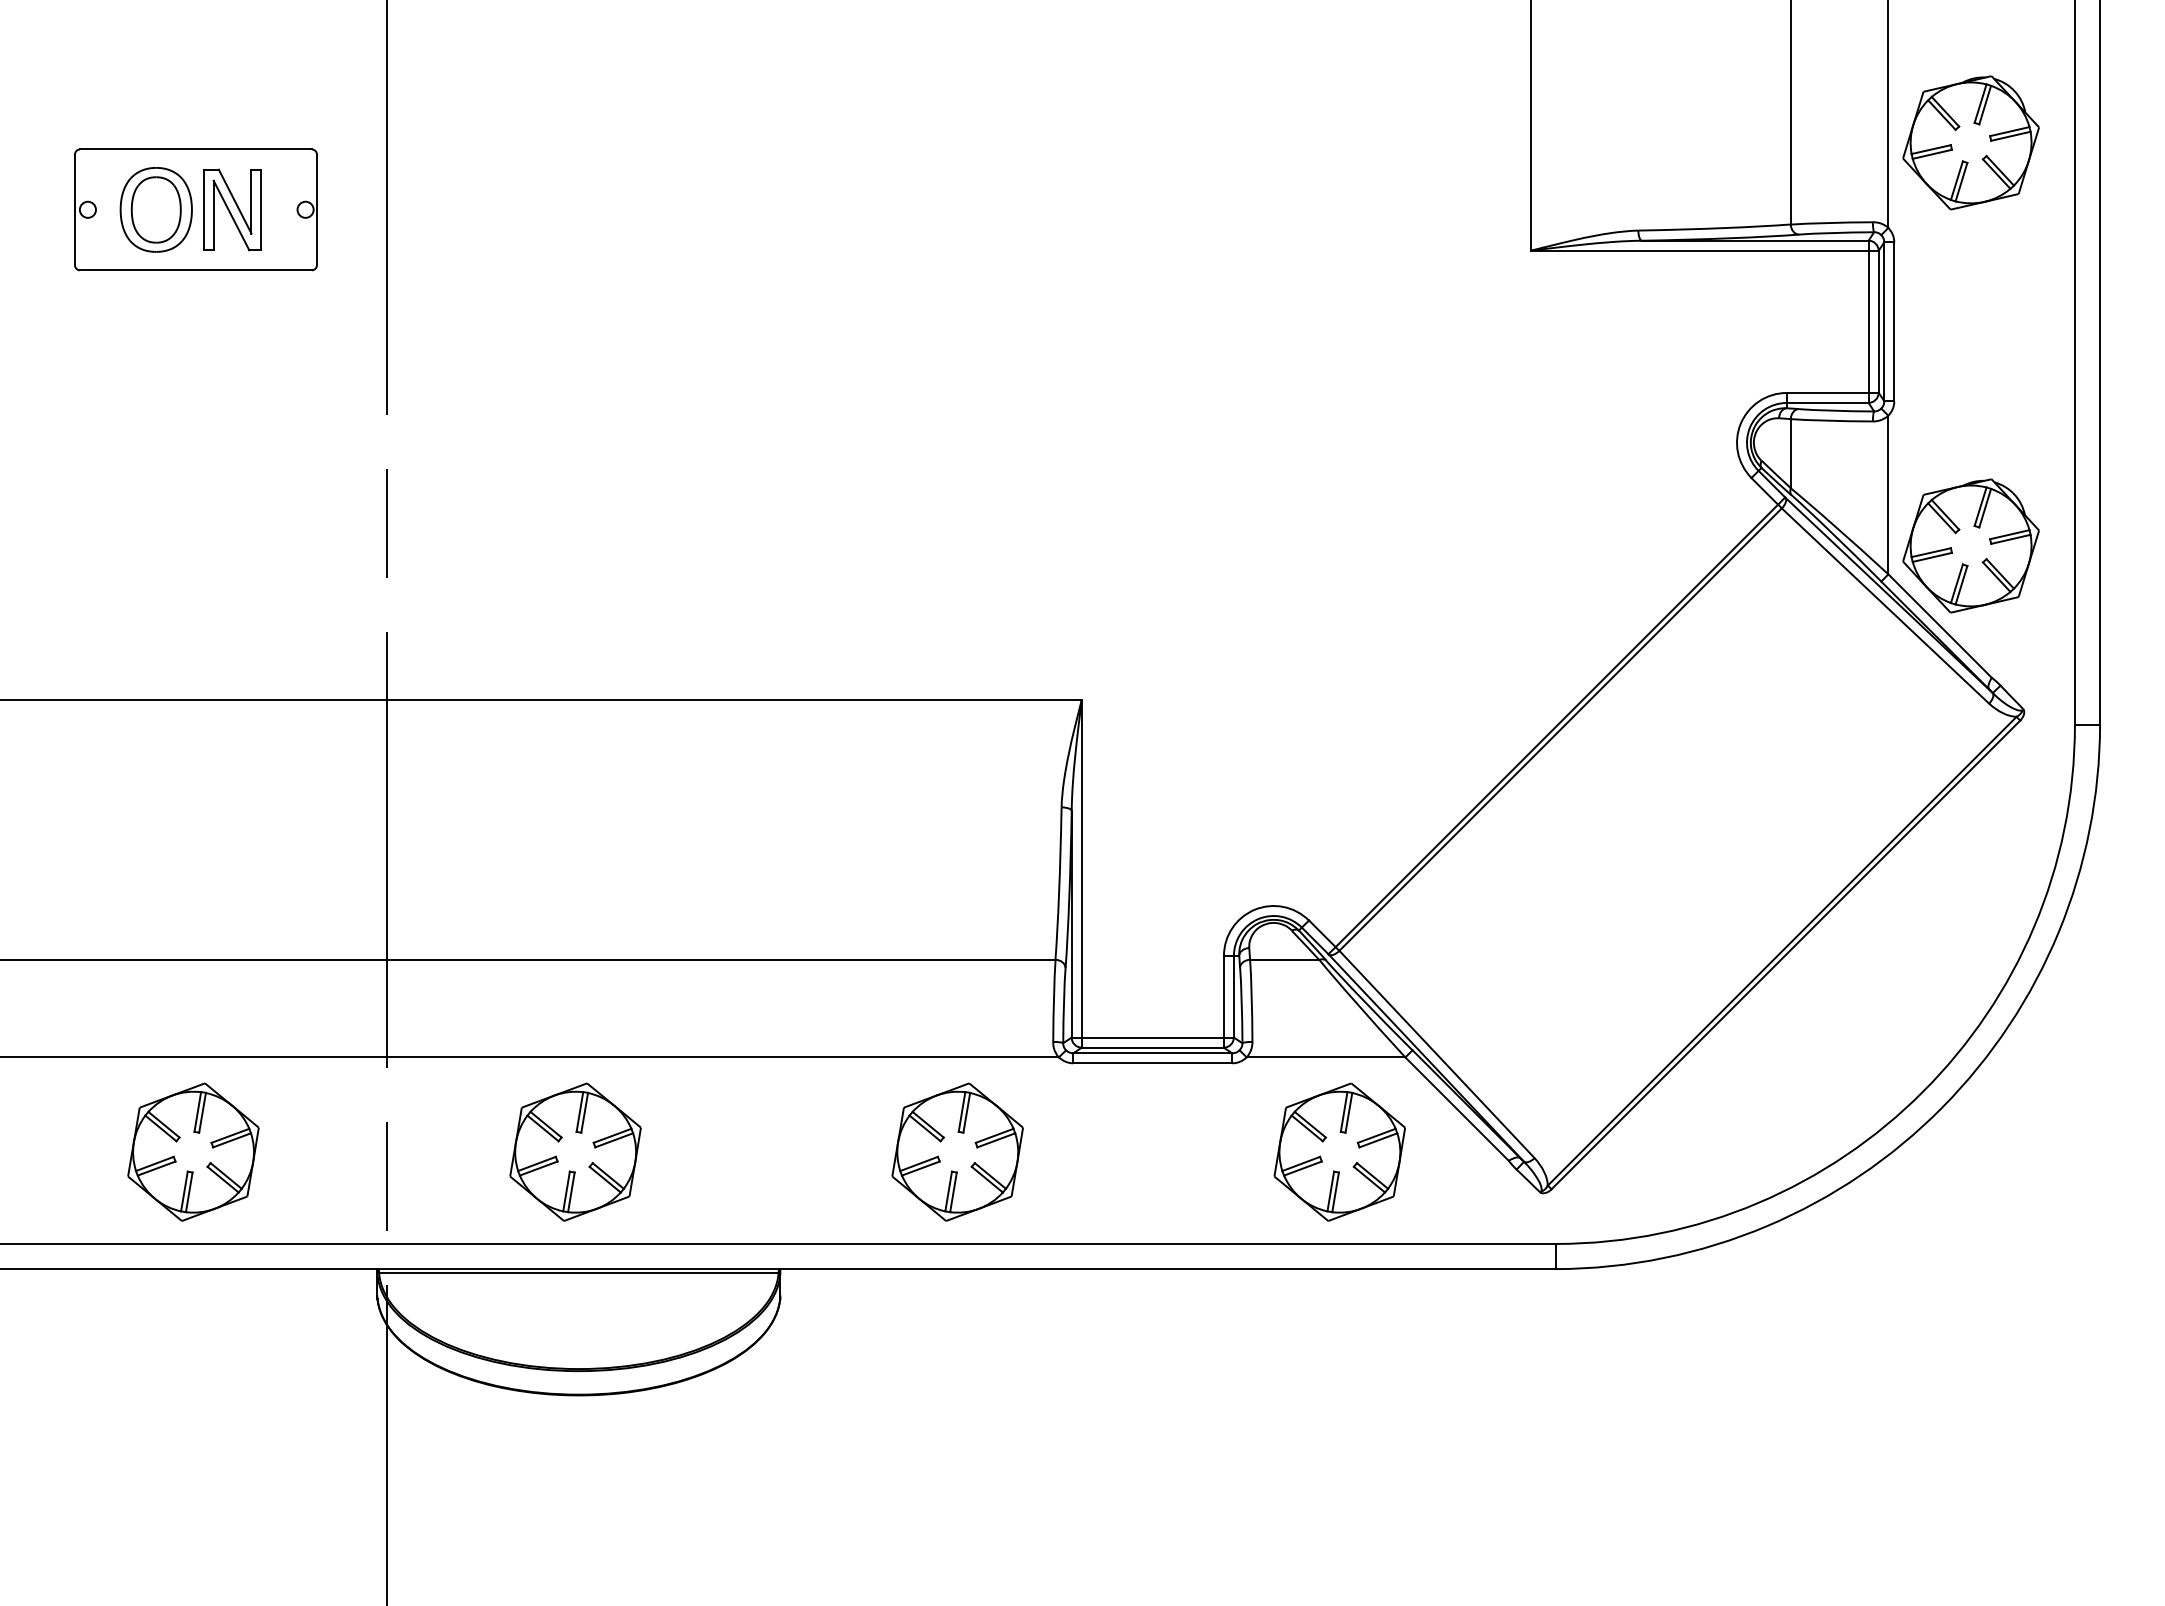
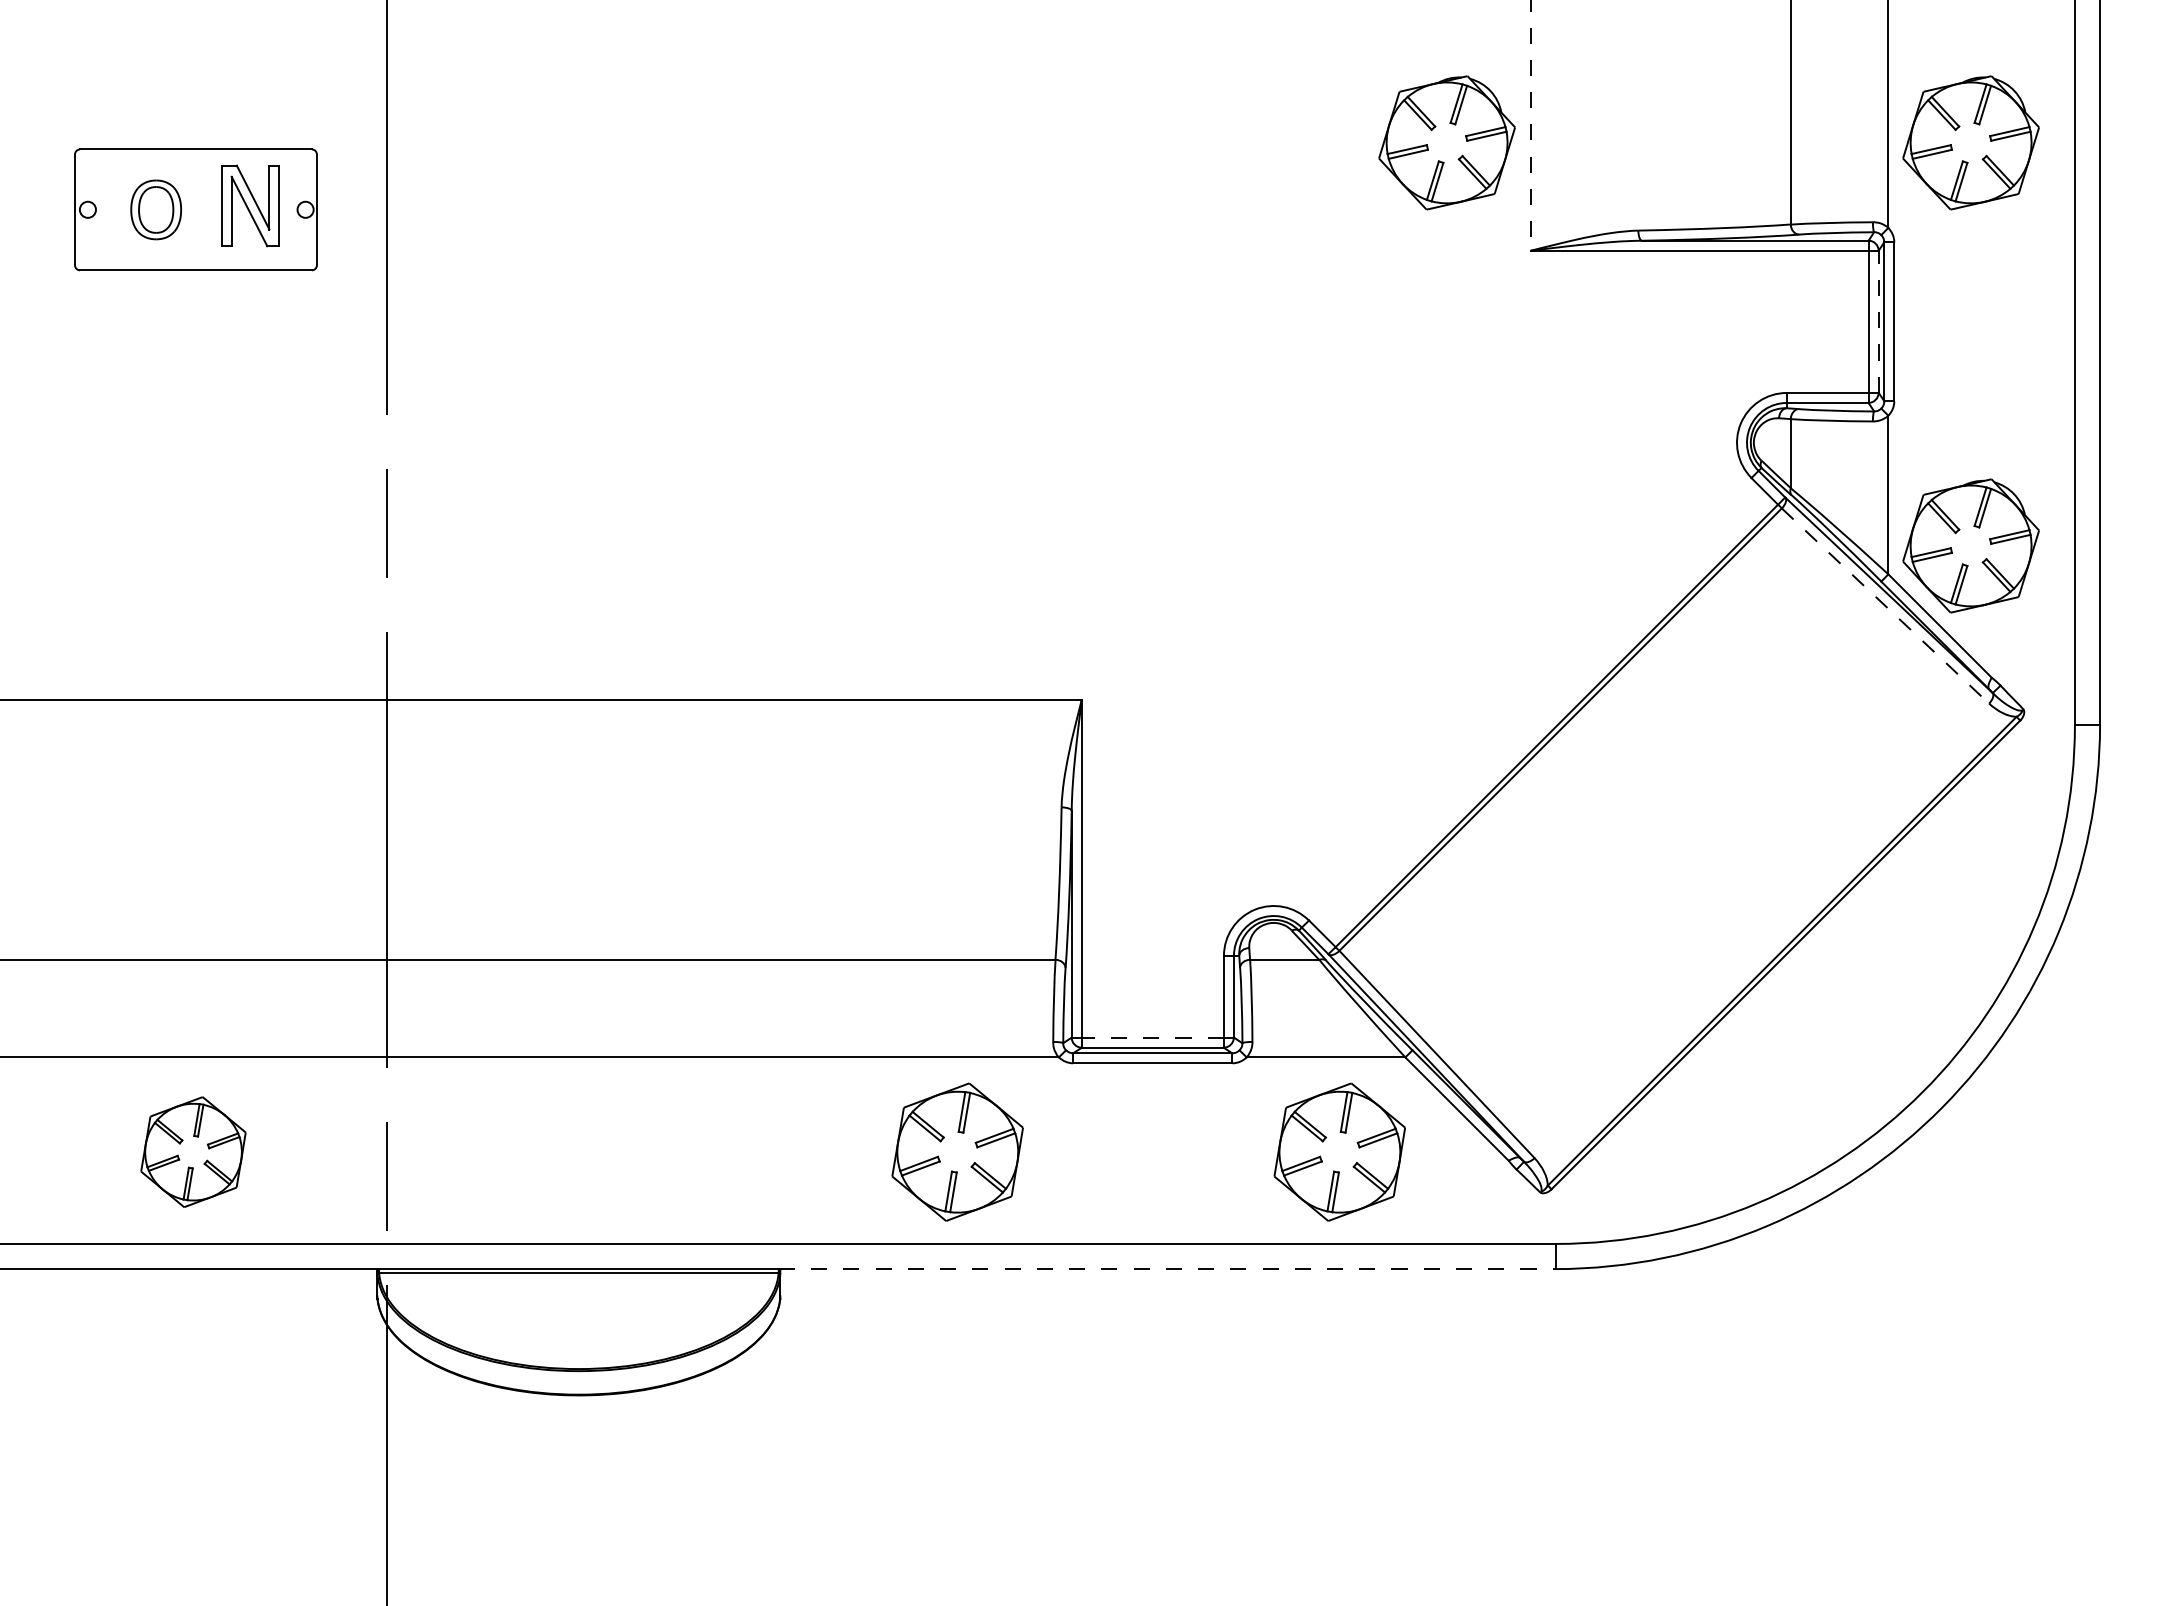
line at (1530, 125): solid -> dashed
part at (1446, 142): none -> present
part at (155, 209) size: 74x86 px -> 52x62 px
part at (232, 209) position: (232, 209) -> (250, 205)
line at (1878, 321): solid -> dashed
line at (1885, 606): solid -> dashed
line at (1152, 1037): solid -> dashed
part at (193, 1151) size: 133x140 px -> 107x112 px
part at (575, 1151): present -> none
line at (1167, 1269): solid -> dashed
